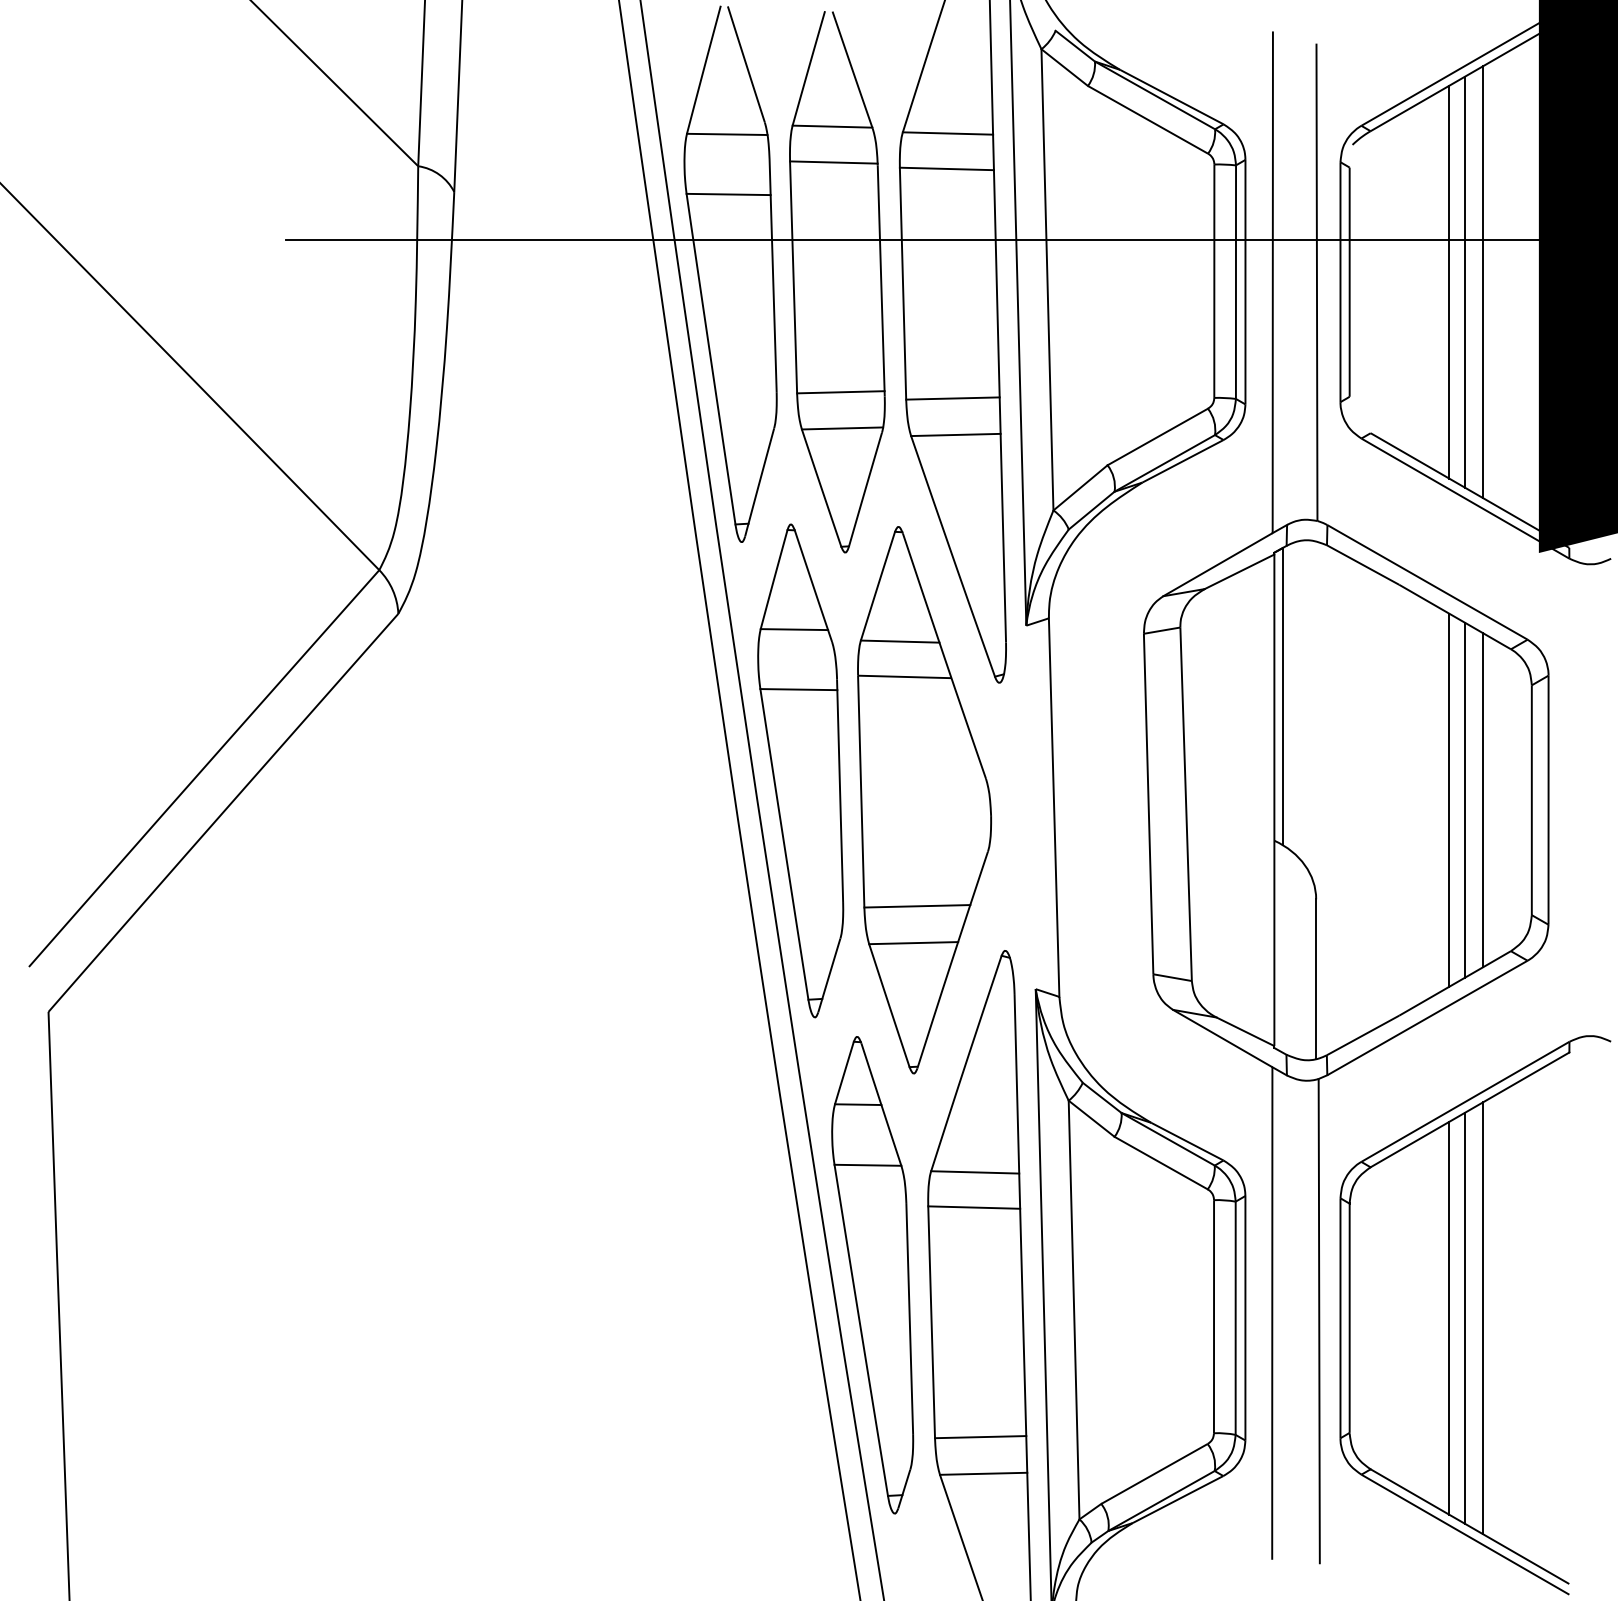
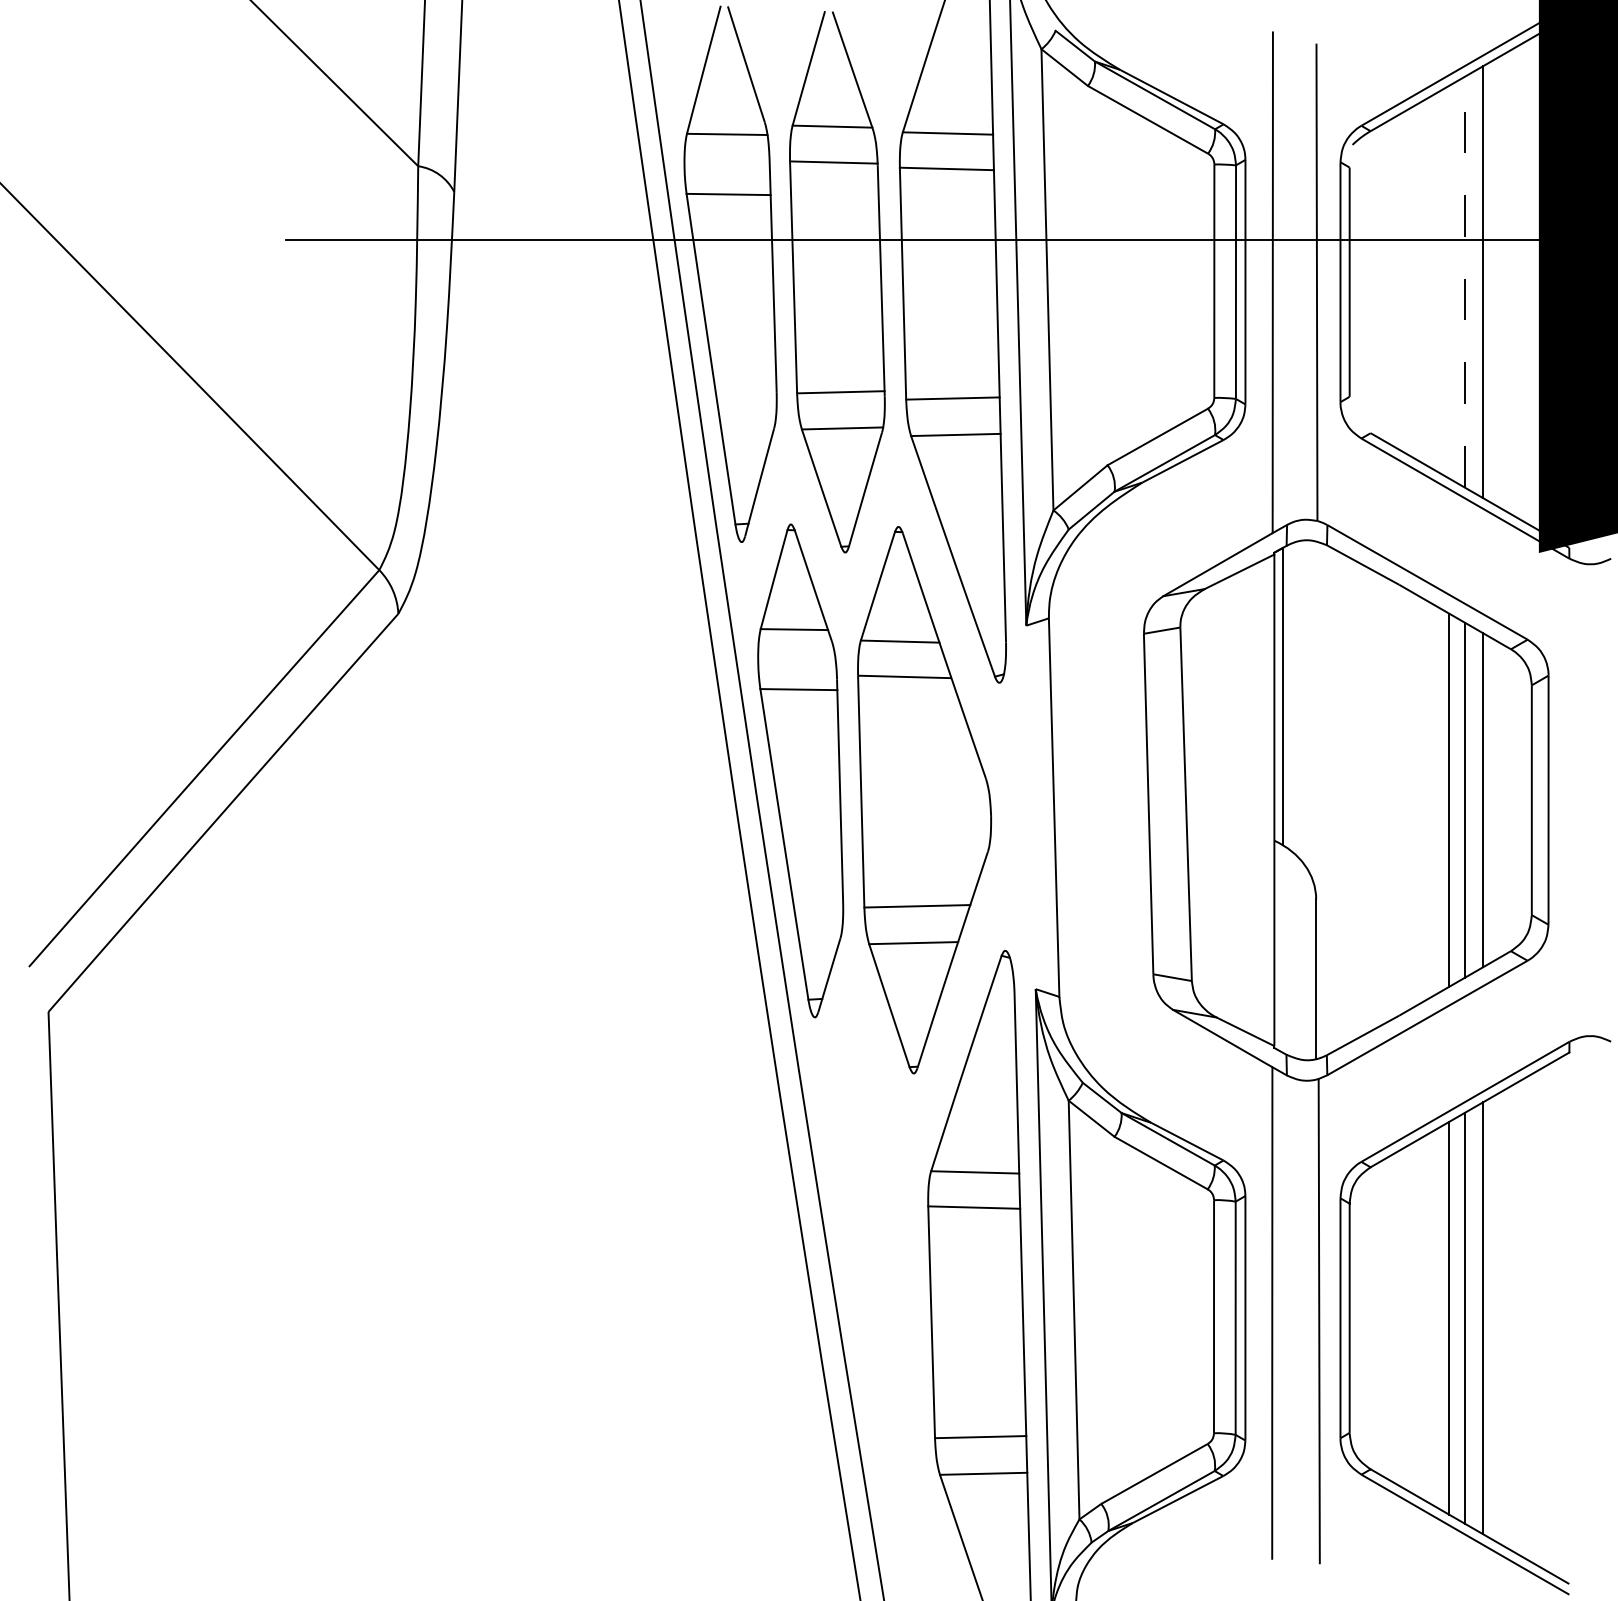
line at (1449, 281): present -> none
line at (1464, 281): solid -> dashed
part at (872, 1275): present -> none
